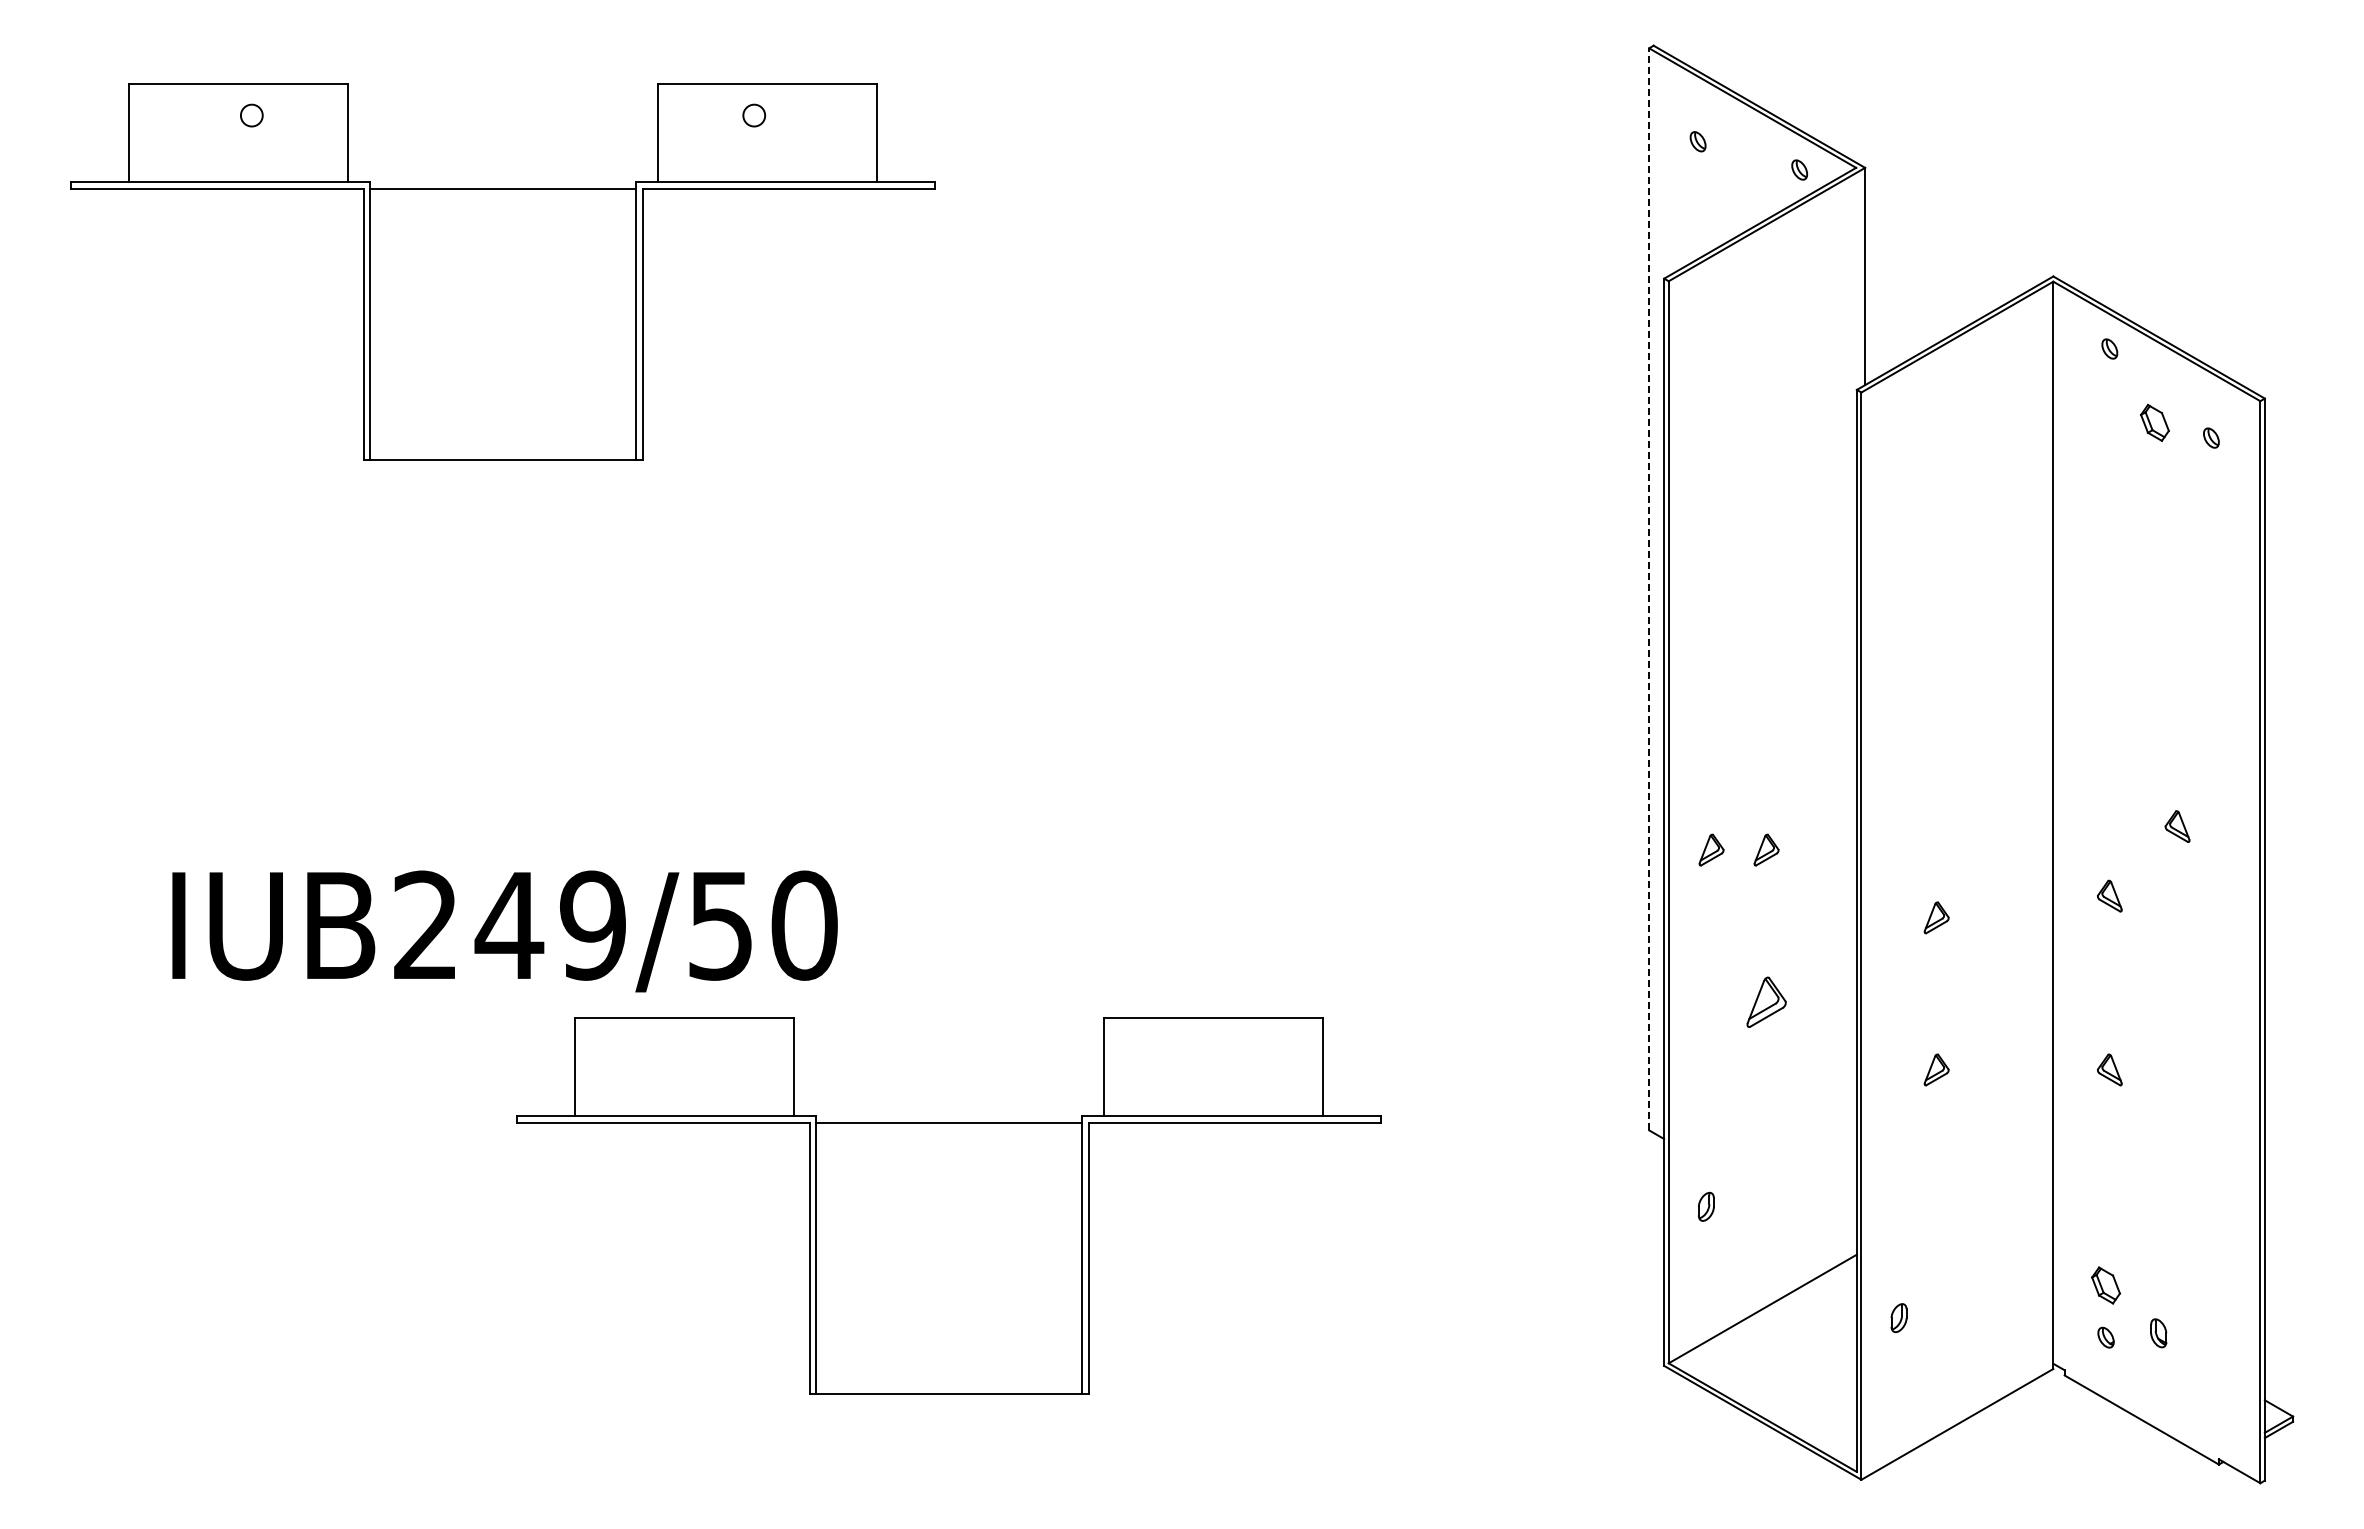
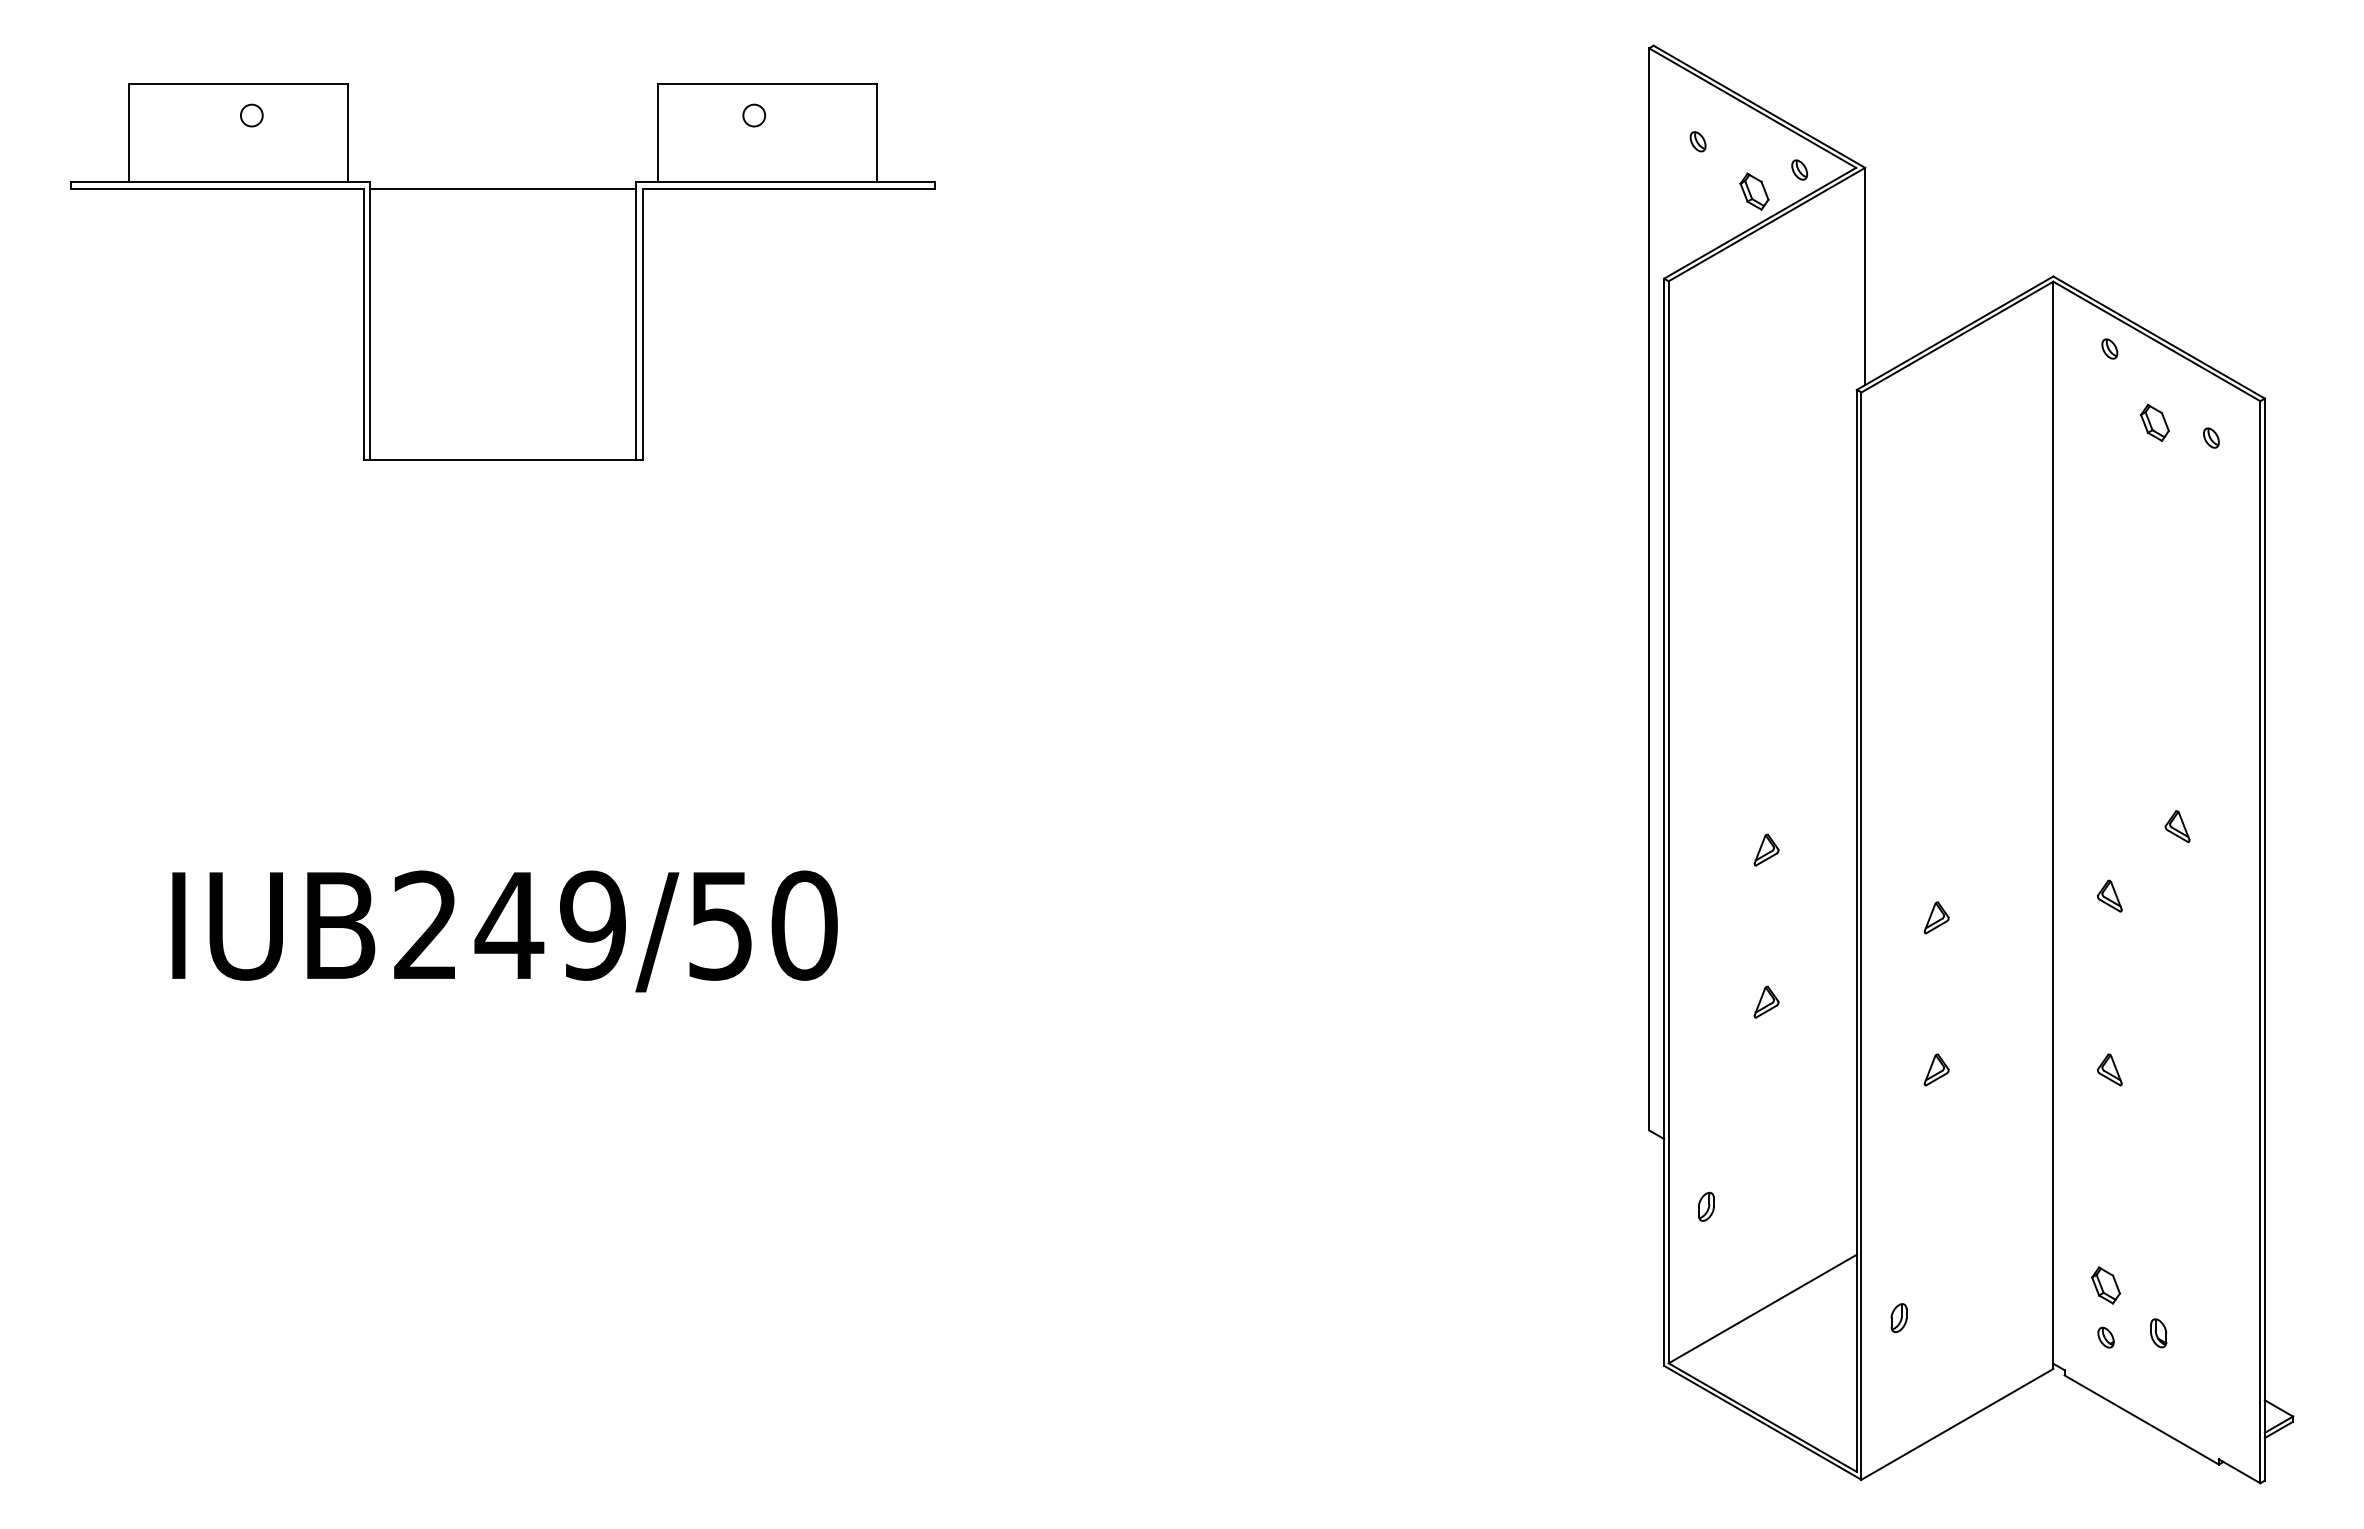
part at (1754, 191): none -> present
line at (1649, 588): dashed -> solid
part at (1711, 849): present -> none
part at (1766, 1001) size: 41x52 px -> 27x34 px
part at (948, 1205): present -> none
